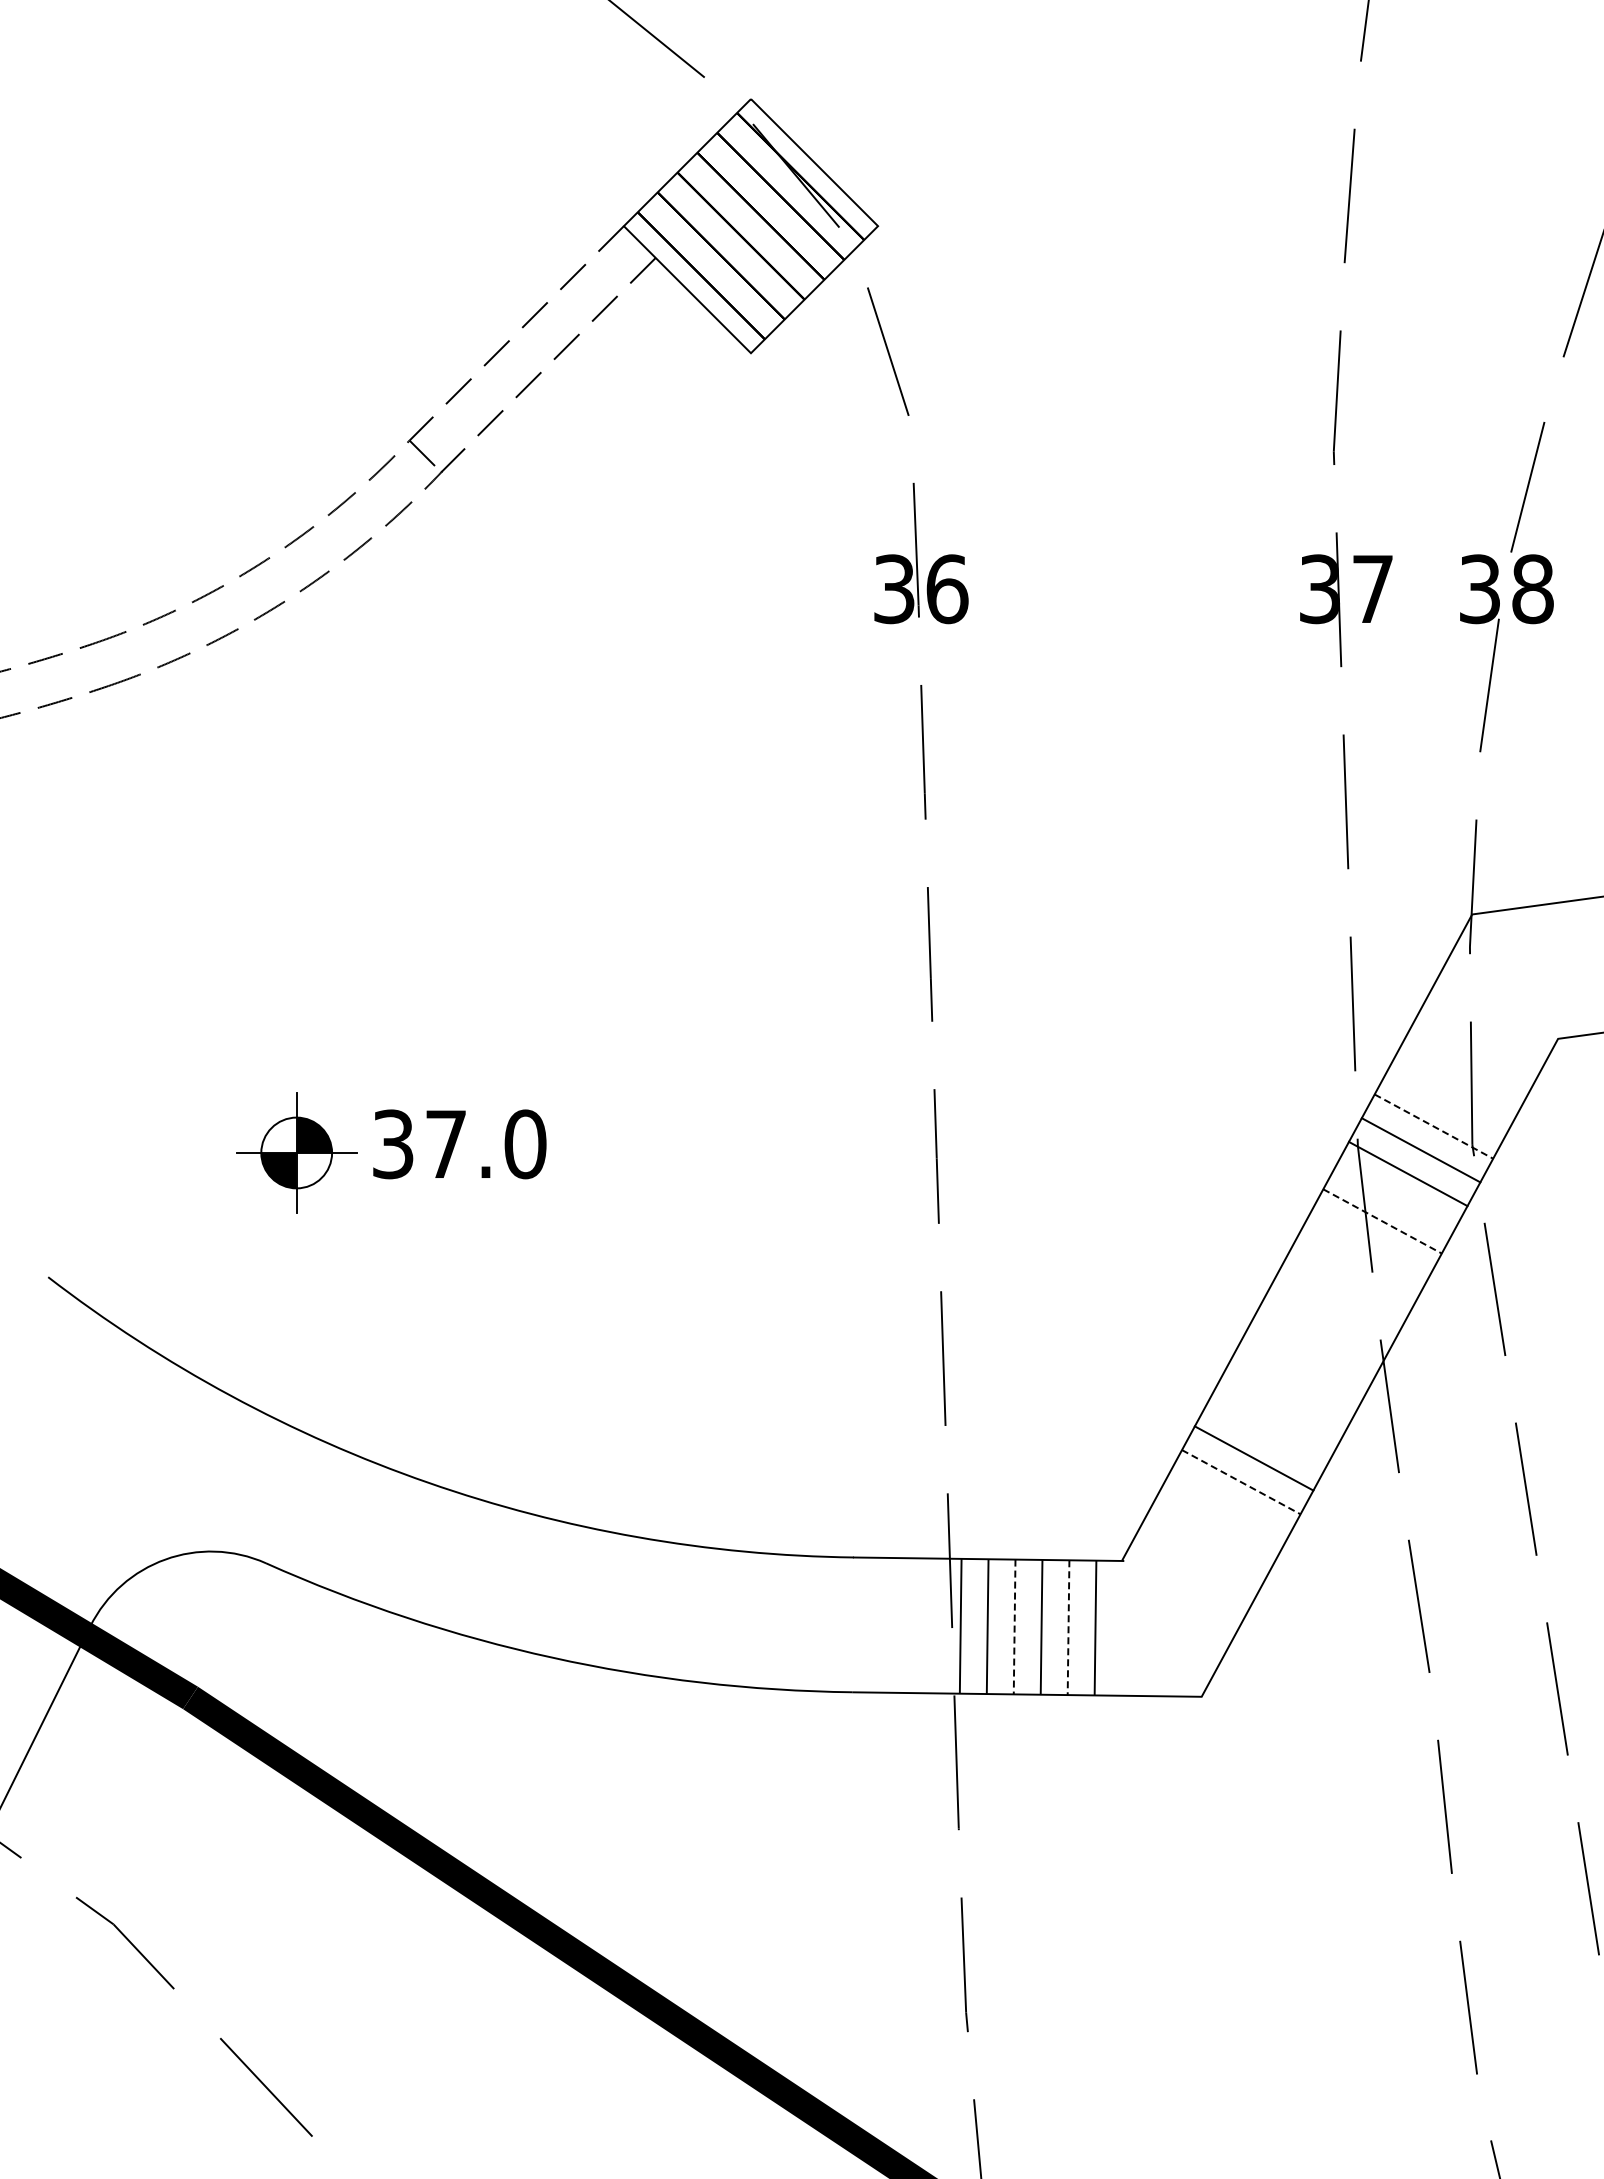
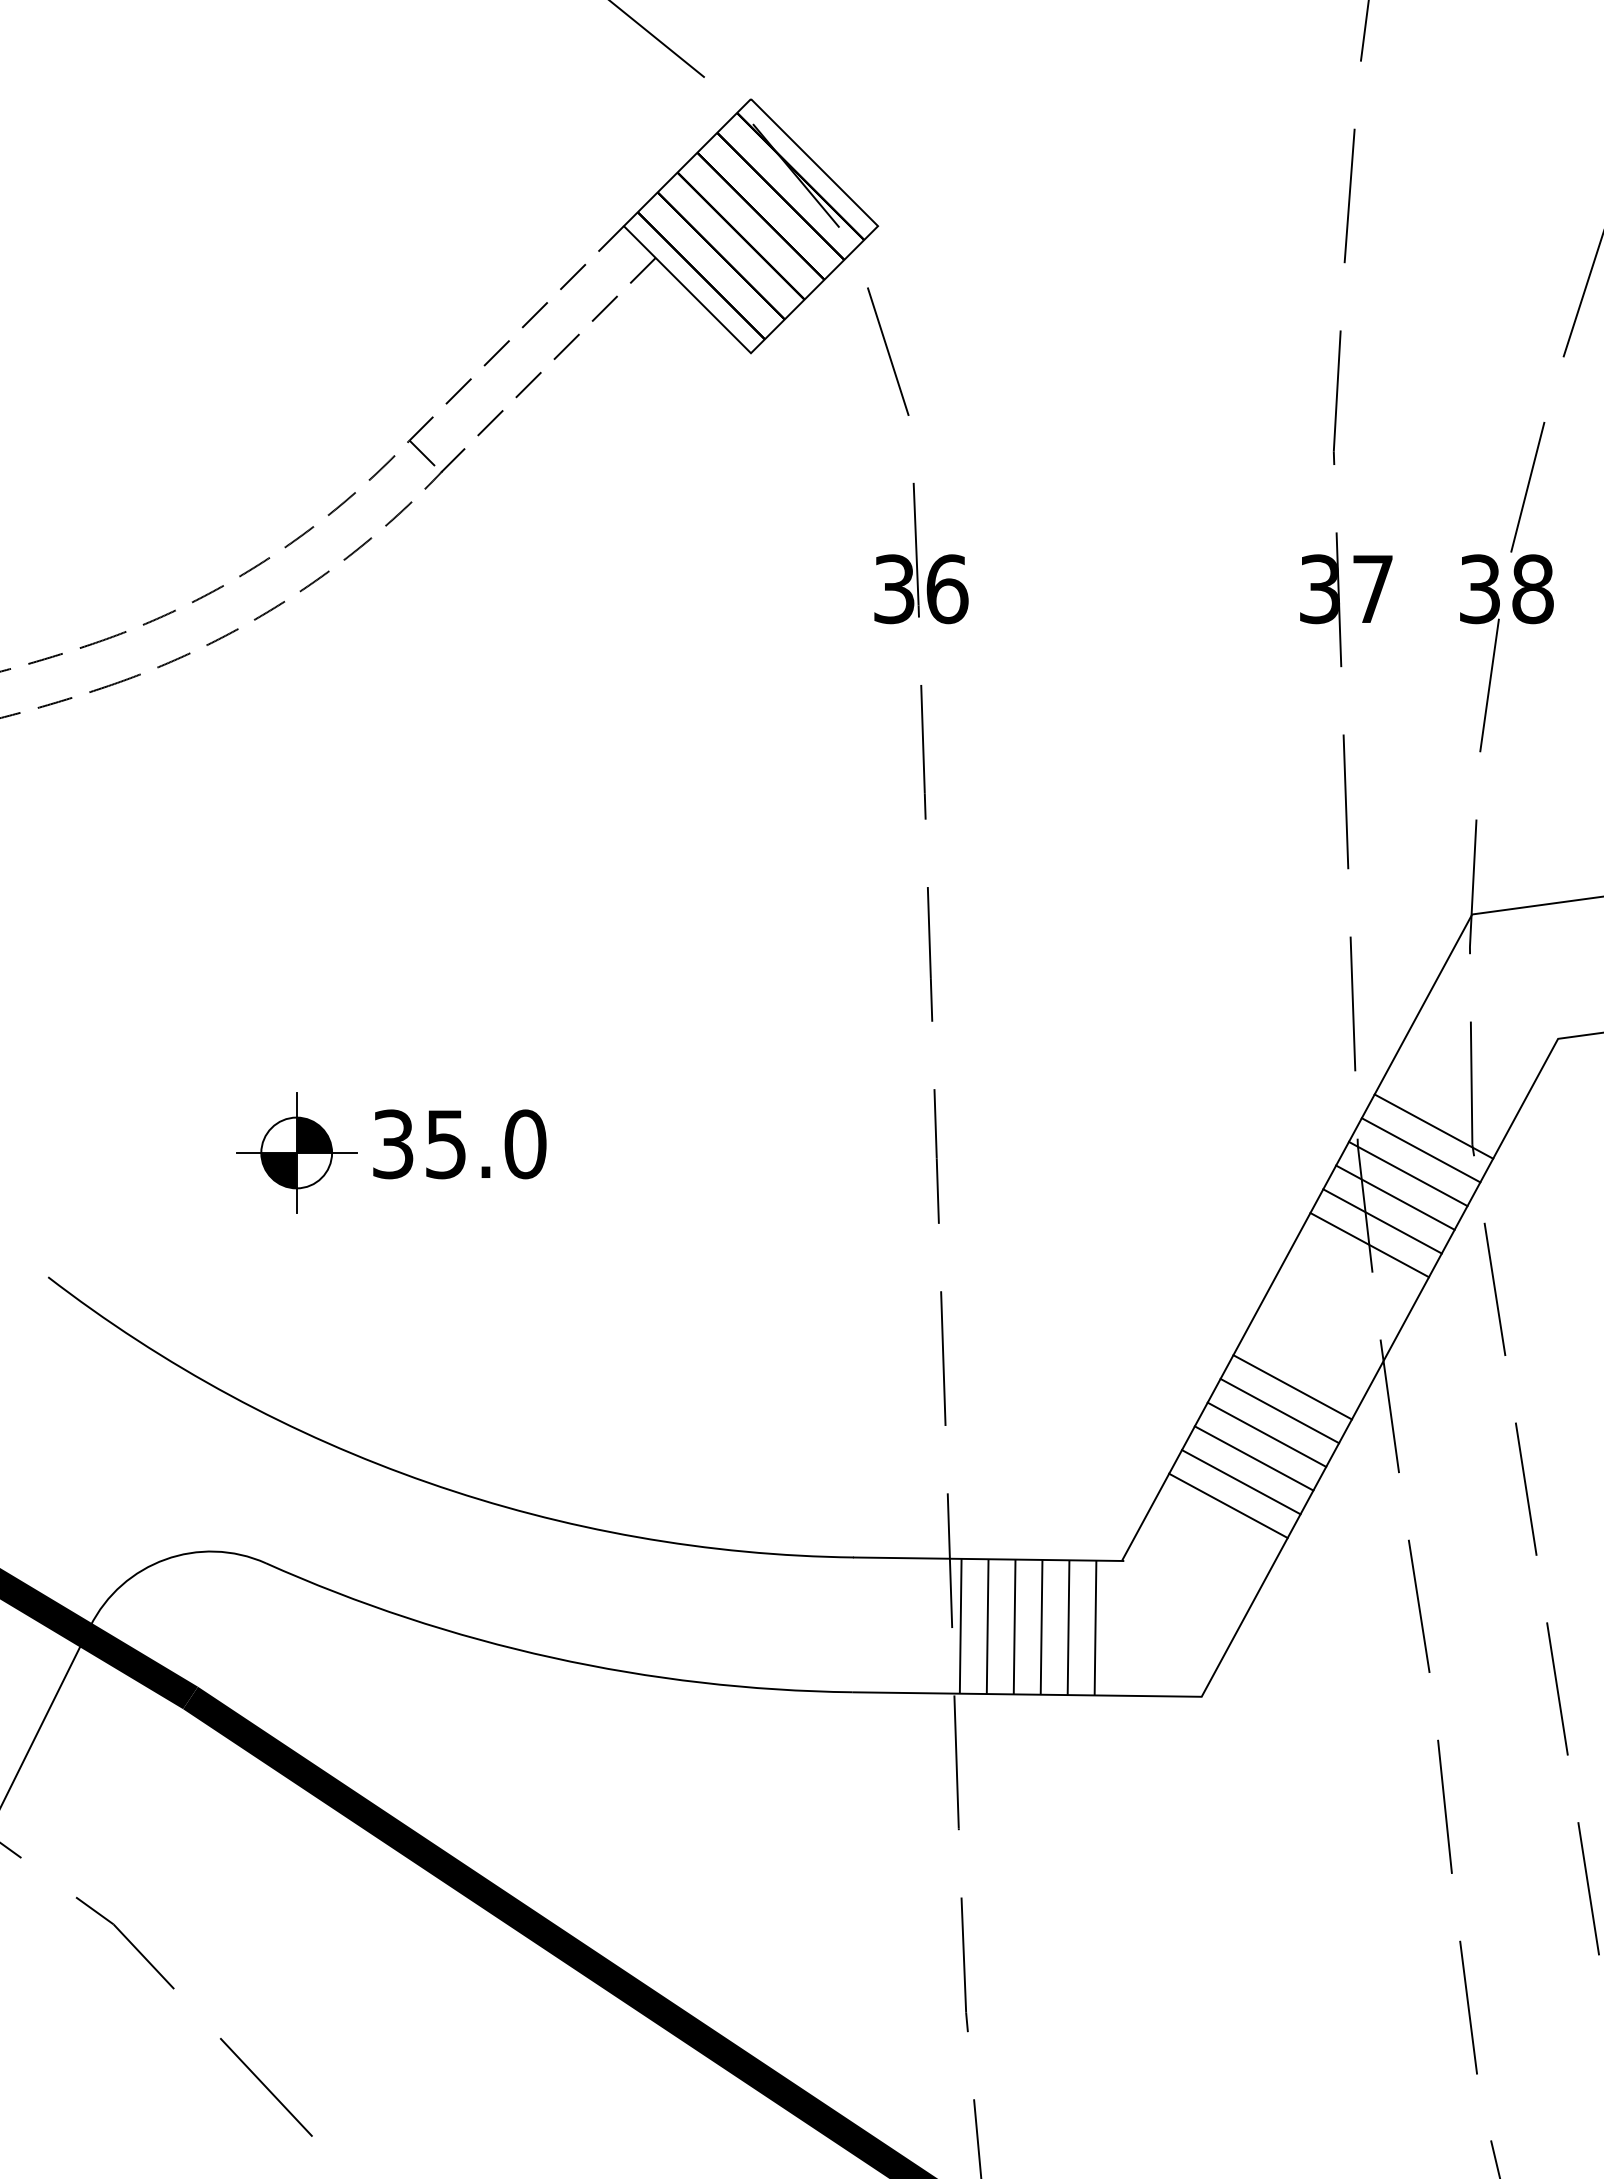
line at (1434, 1126): dashed -> solid
text at (445, 1144): 37.0 -> 35.0
line at (1395, 1197): none -> present
line at (1382, 1221): dashed -> solid
line at (1369, 1245): none -> present
line at (1292, 1387): none -> present
line at (1279, 1410): none -> present
line at (1266, 1434): none -> present
line at (1241, 1482): dashed -> solid
line at (1228, 1505): none -> present
line at (1014, 1627): dashed -> solid
line at (1068, 1628): dashed -> solid
